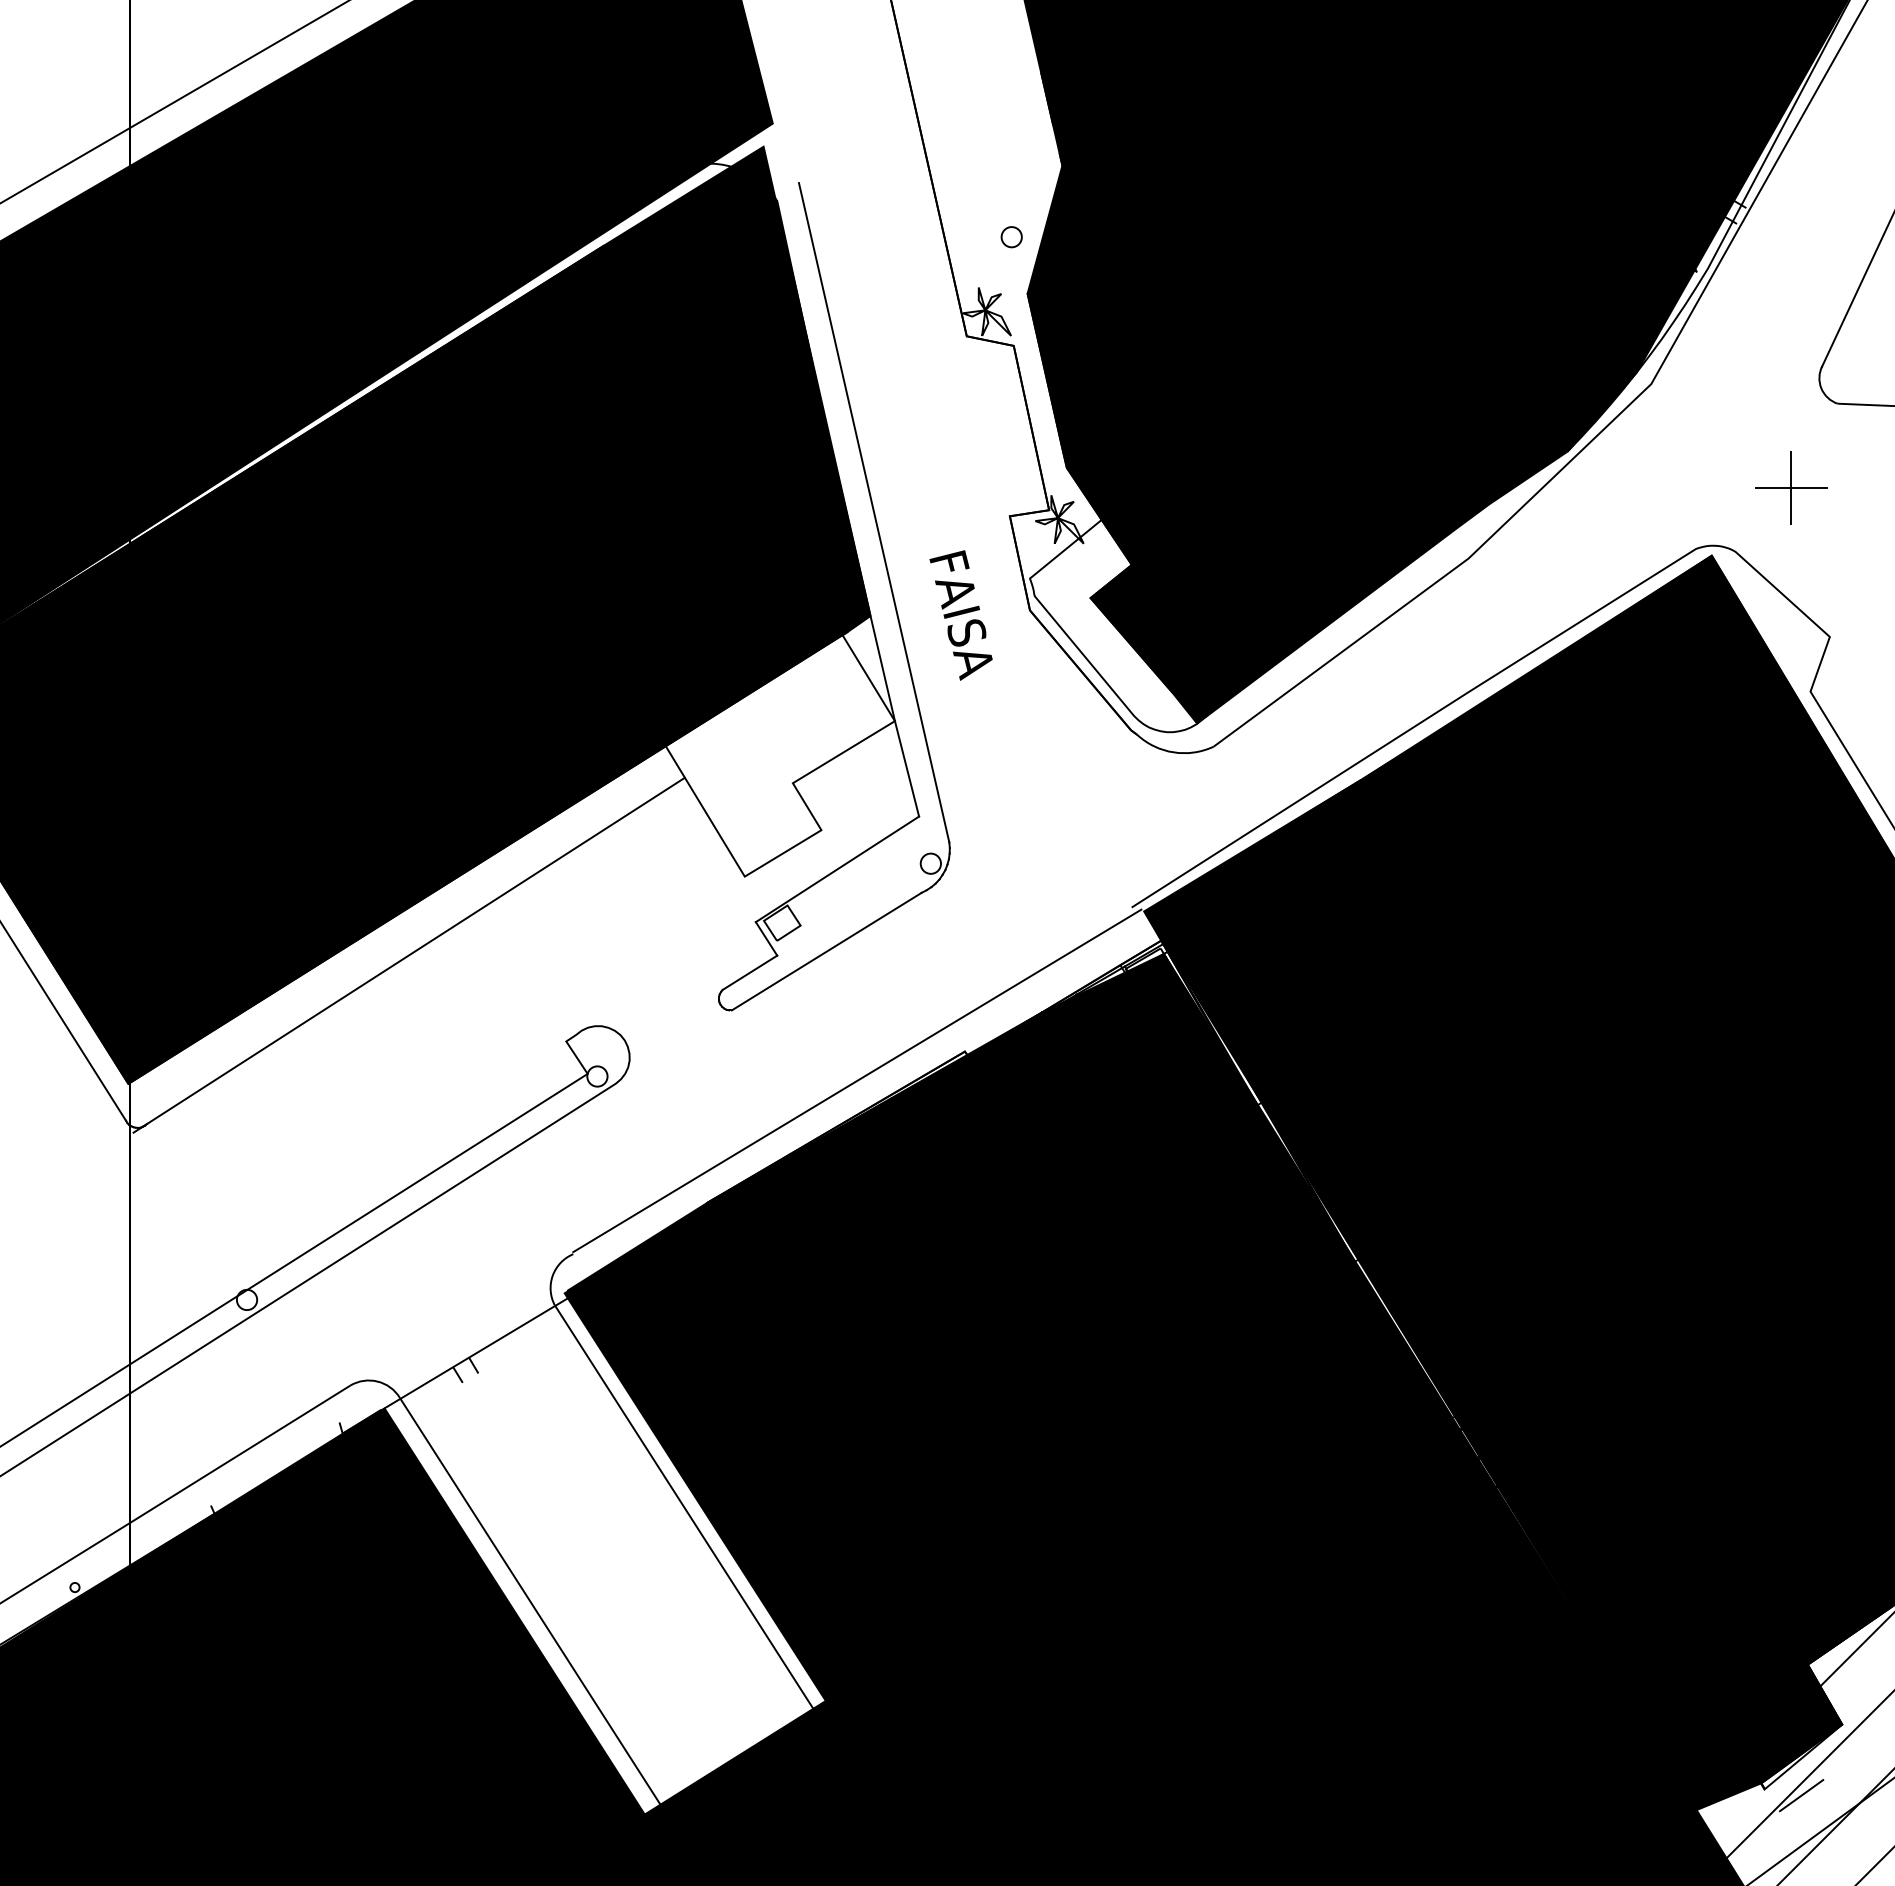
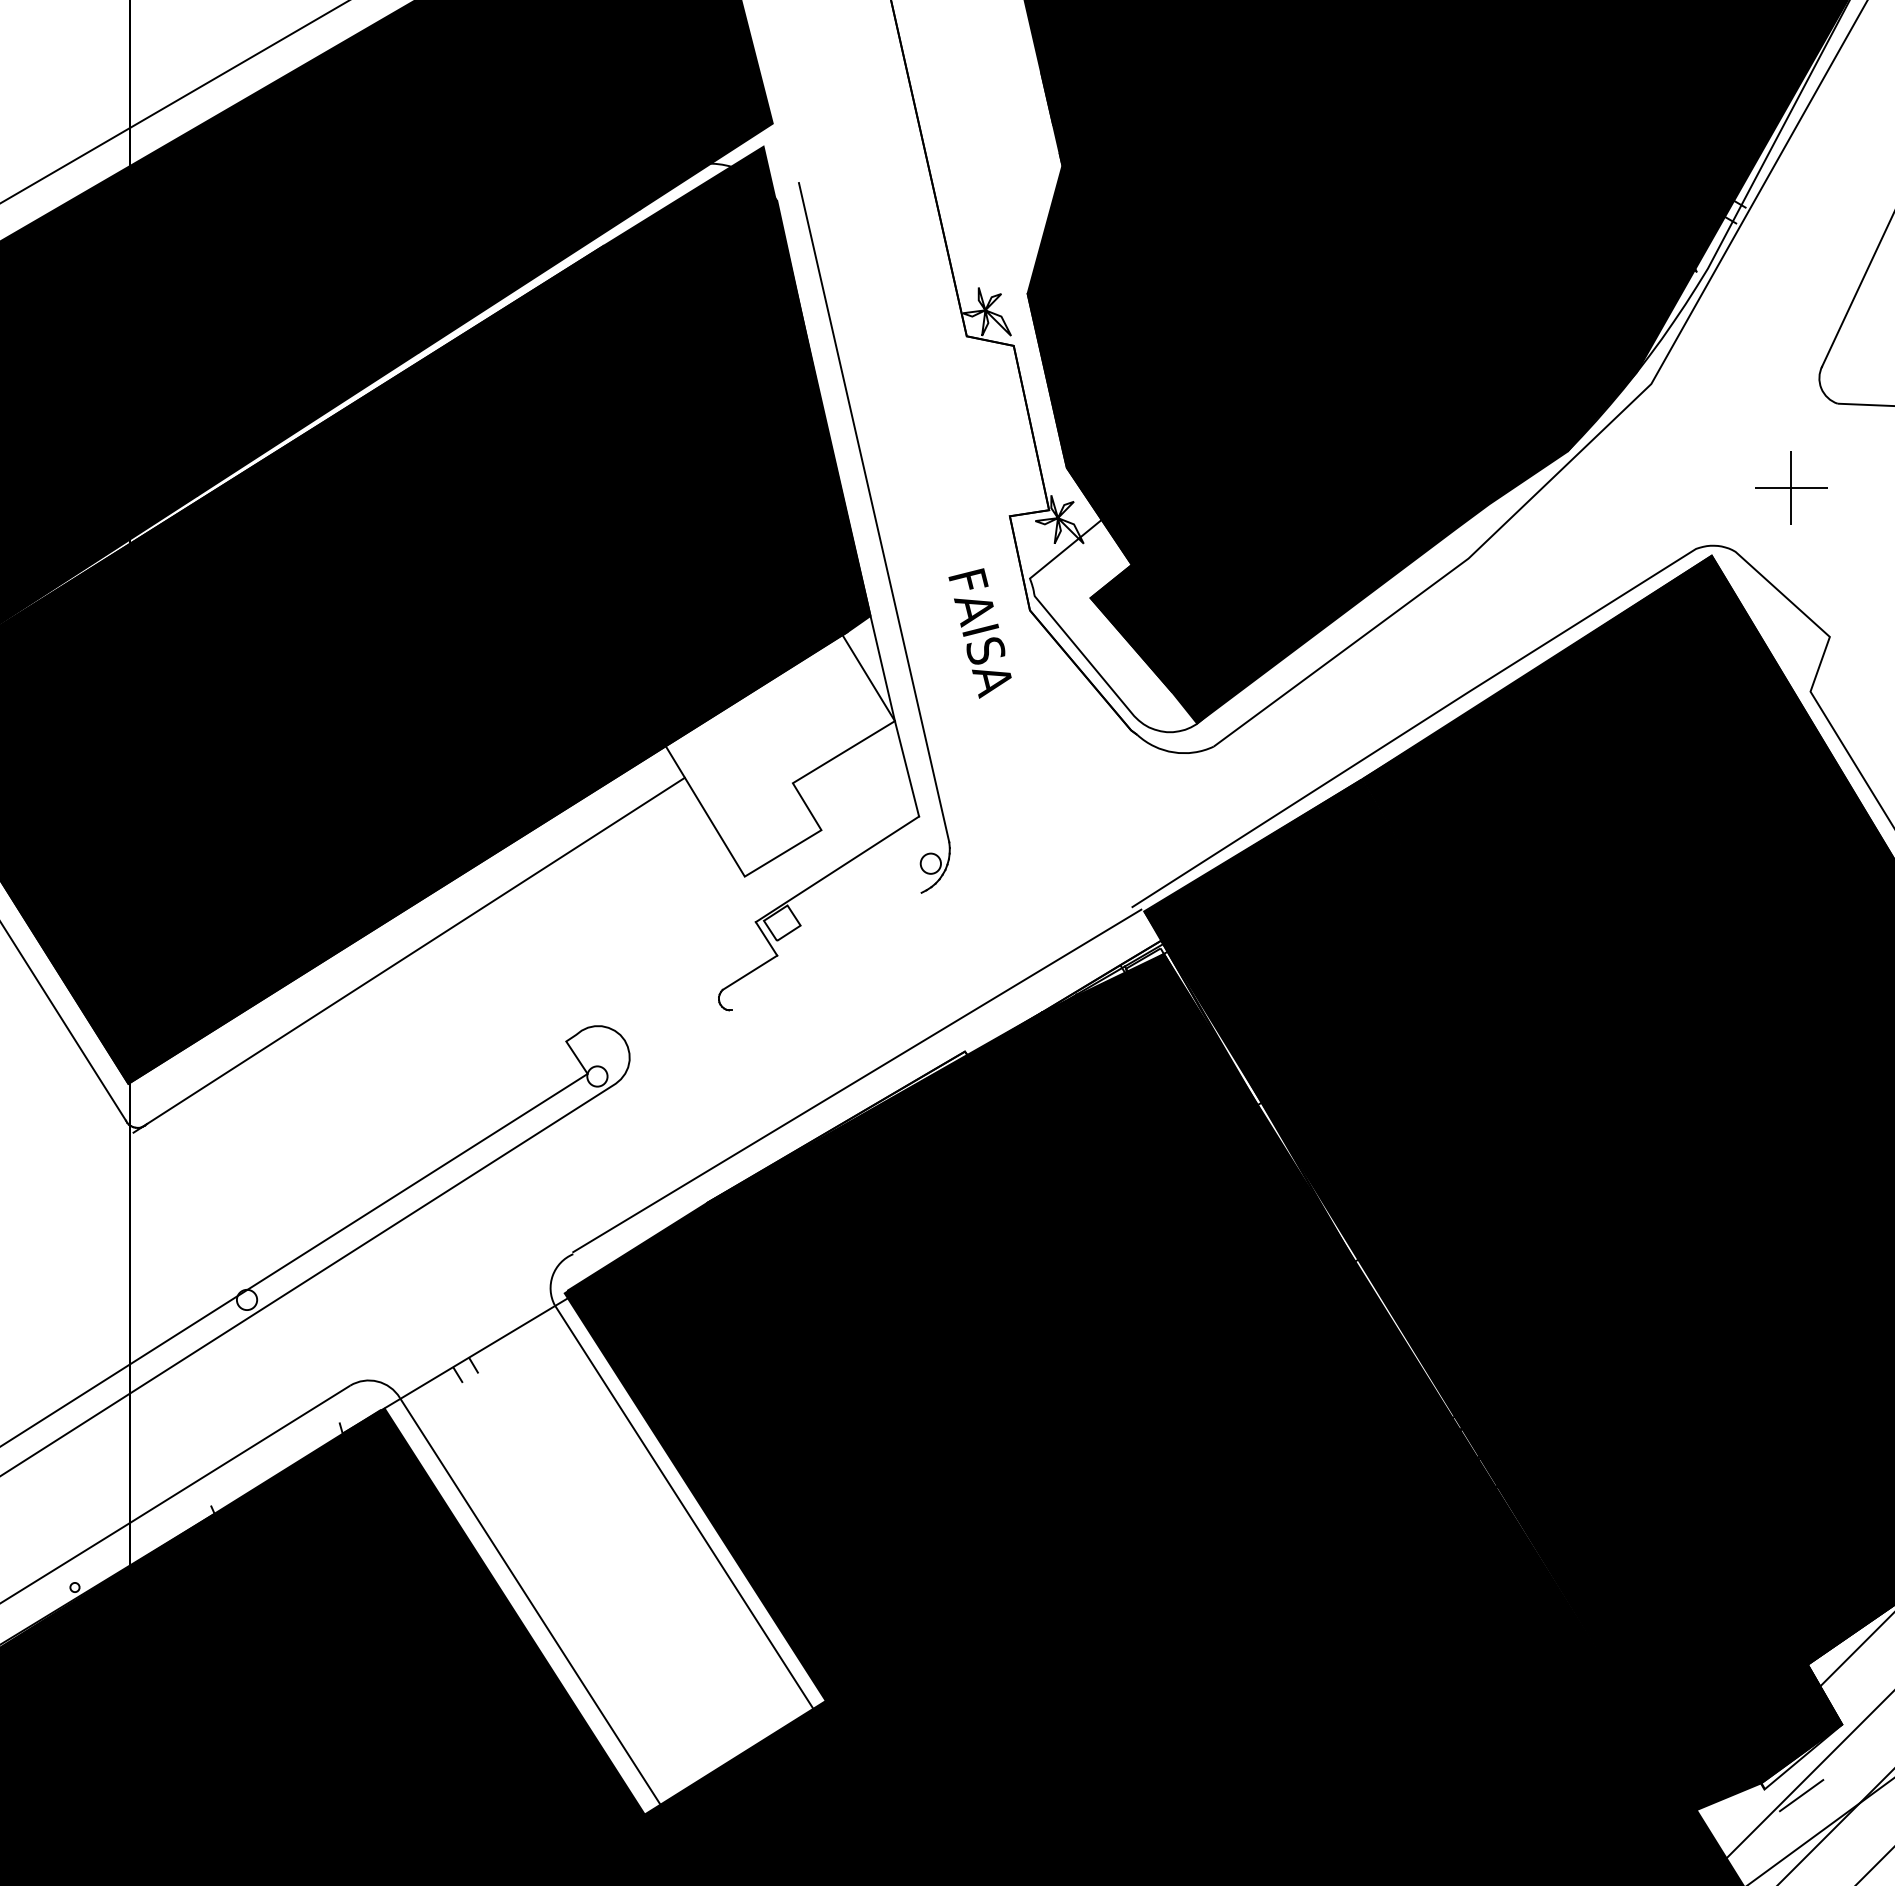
part at (1011, 237): present -> none
text at (960, 615) position: (960, 615) -> (979, 633)
line at (826, 951): present -> none
